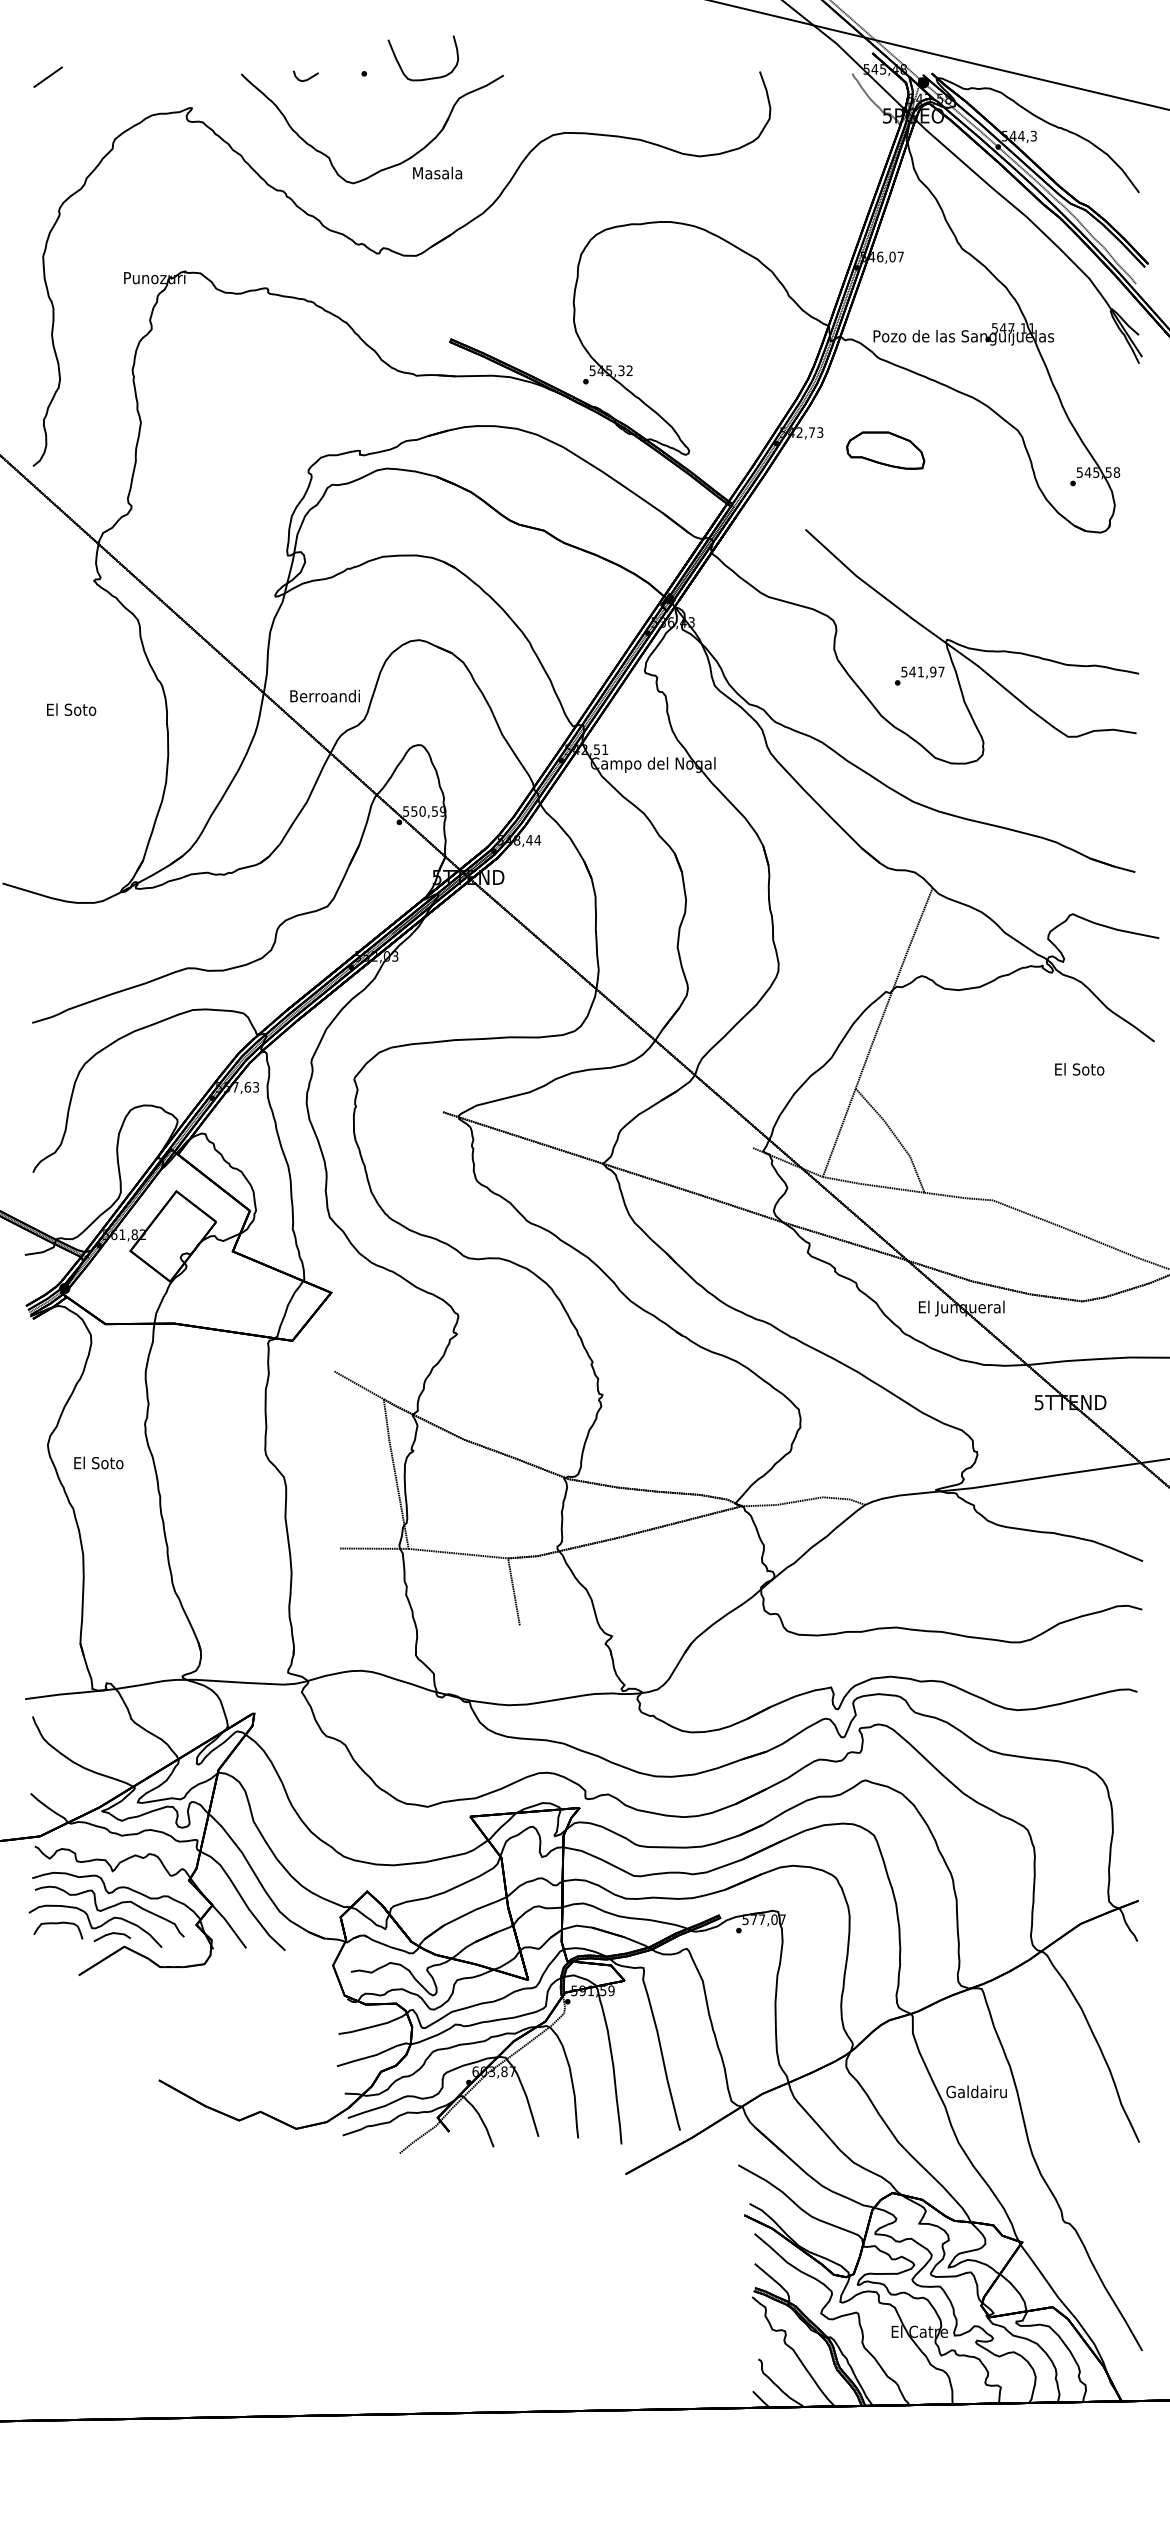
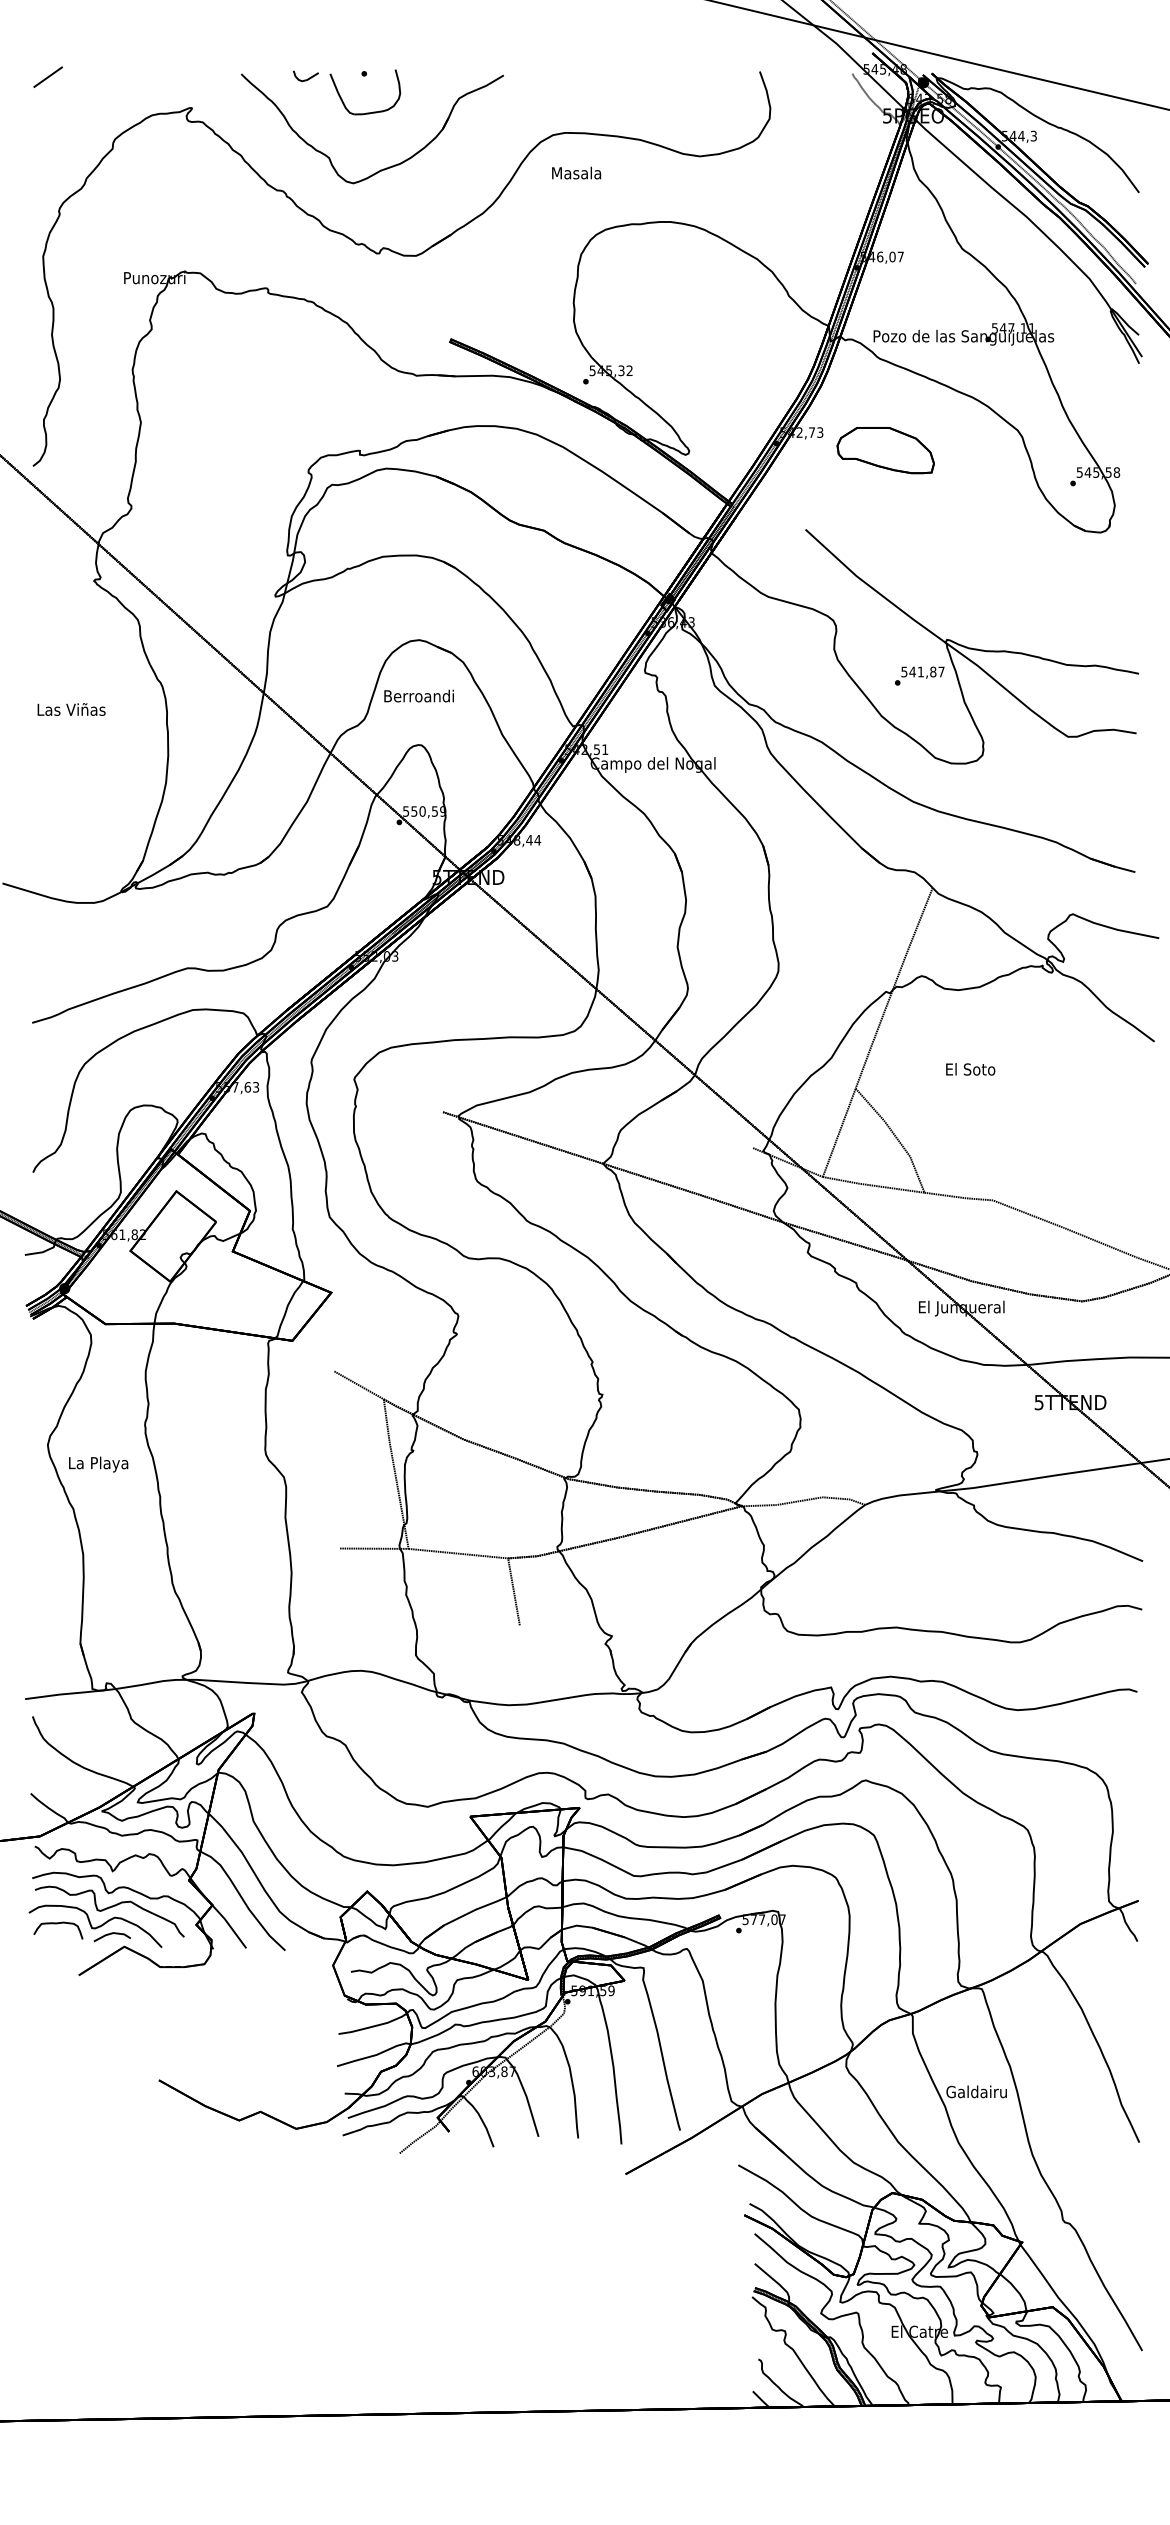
part at (424, 78) position: (424, 78) -> (366, 112)
text at (437, 172) position: (437, 172) -> (576, 172)
part at (885, 450) size: 80x39 px -> 99x48 px
text at (933, 671): 541,97 -> 541,87
text at (324, 695) position: (324, 695) -> (418, 695)
text at (71, 709): El Soto -> Las Viñas
text at (1079, 1069) position: (1079, 1069) -> (970, 1069)
text at (98, 1464): El Soto -> La Playa
